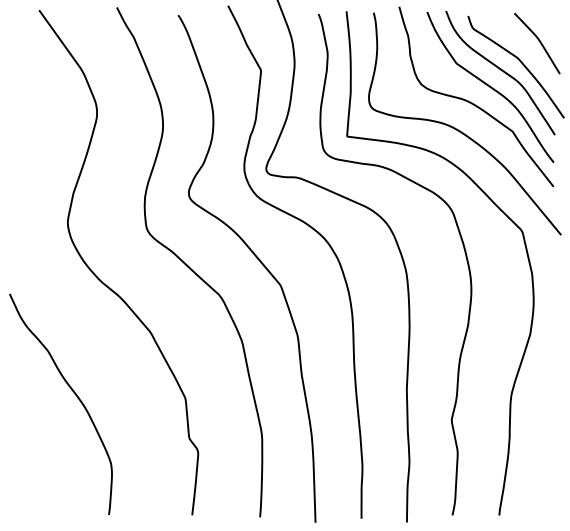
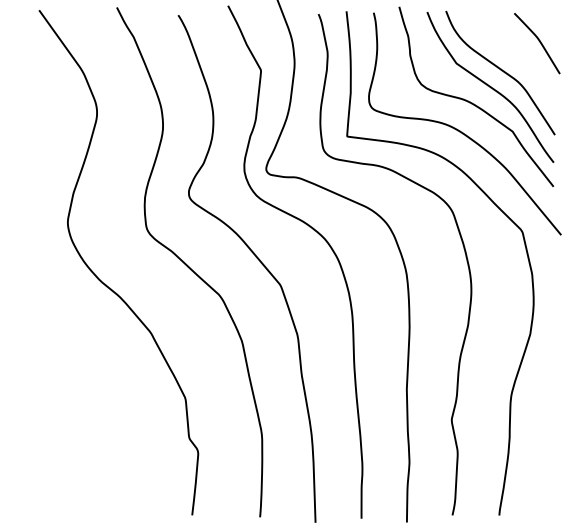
curve at (520, 62): present -> none
curve at (74, 394): present -> none
